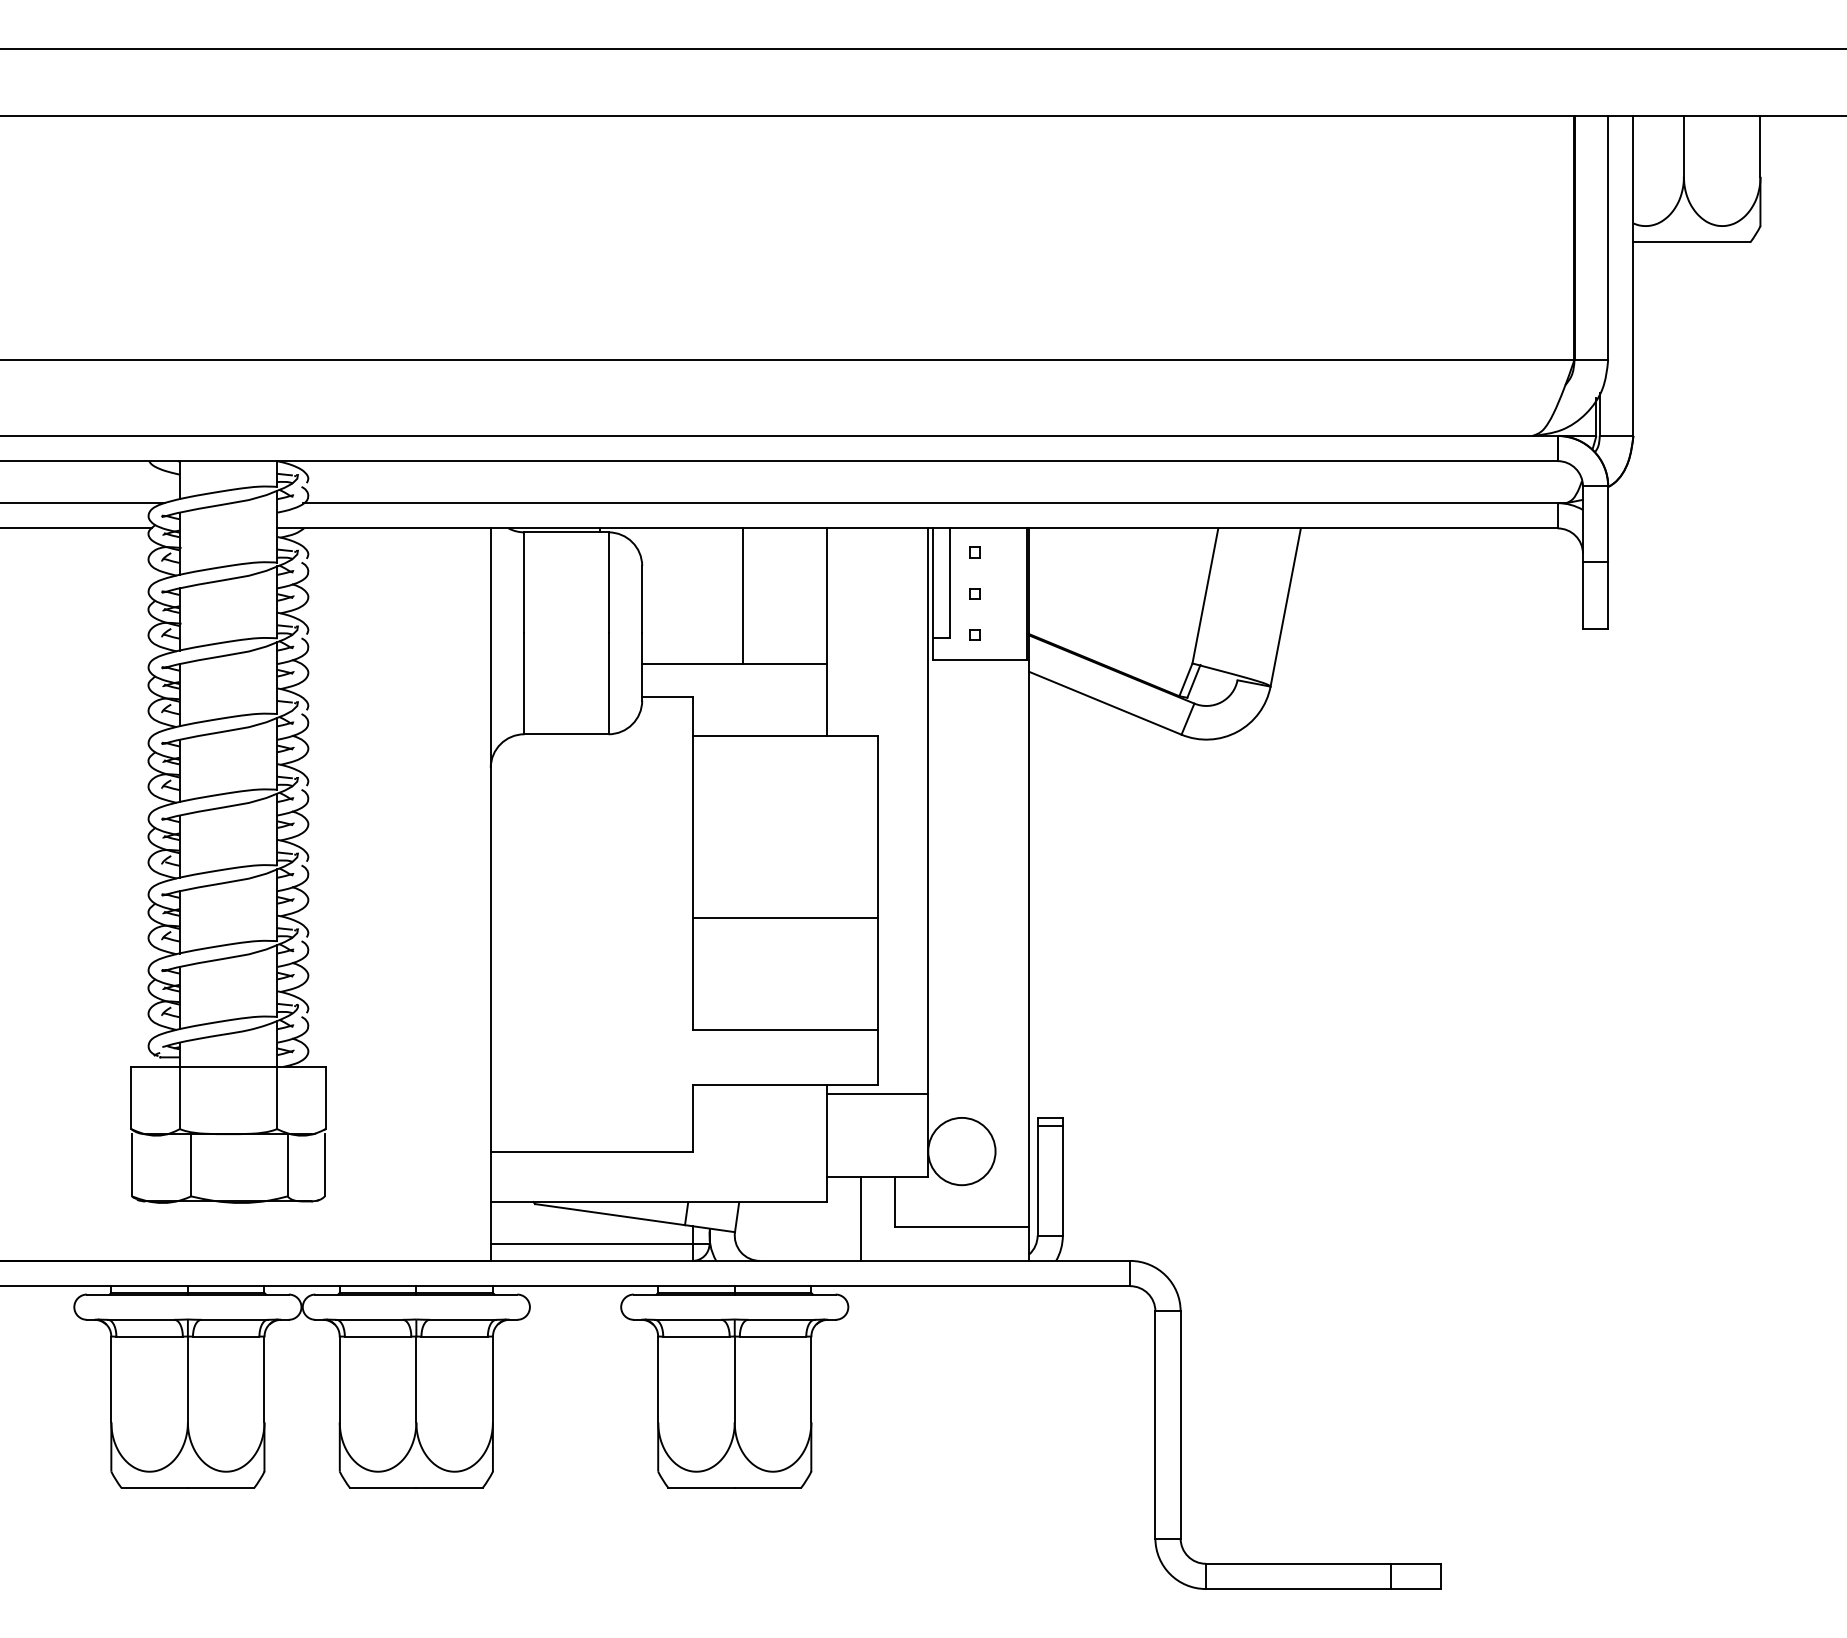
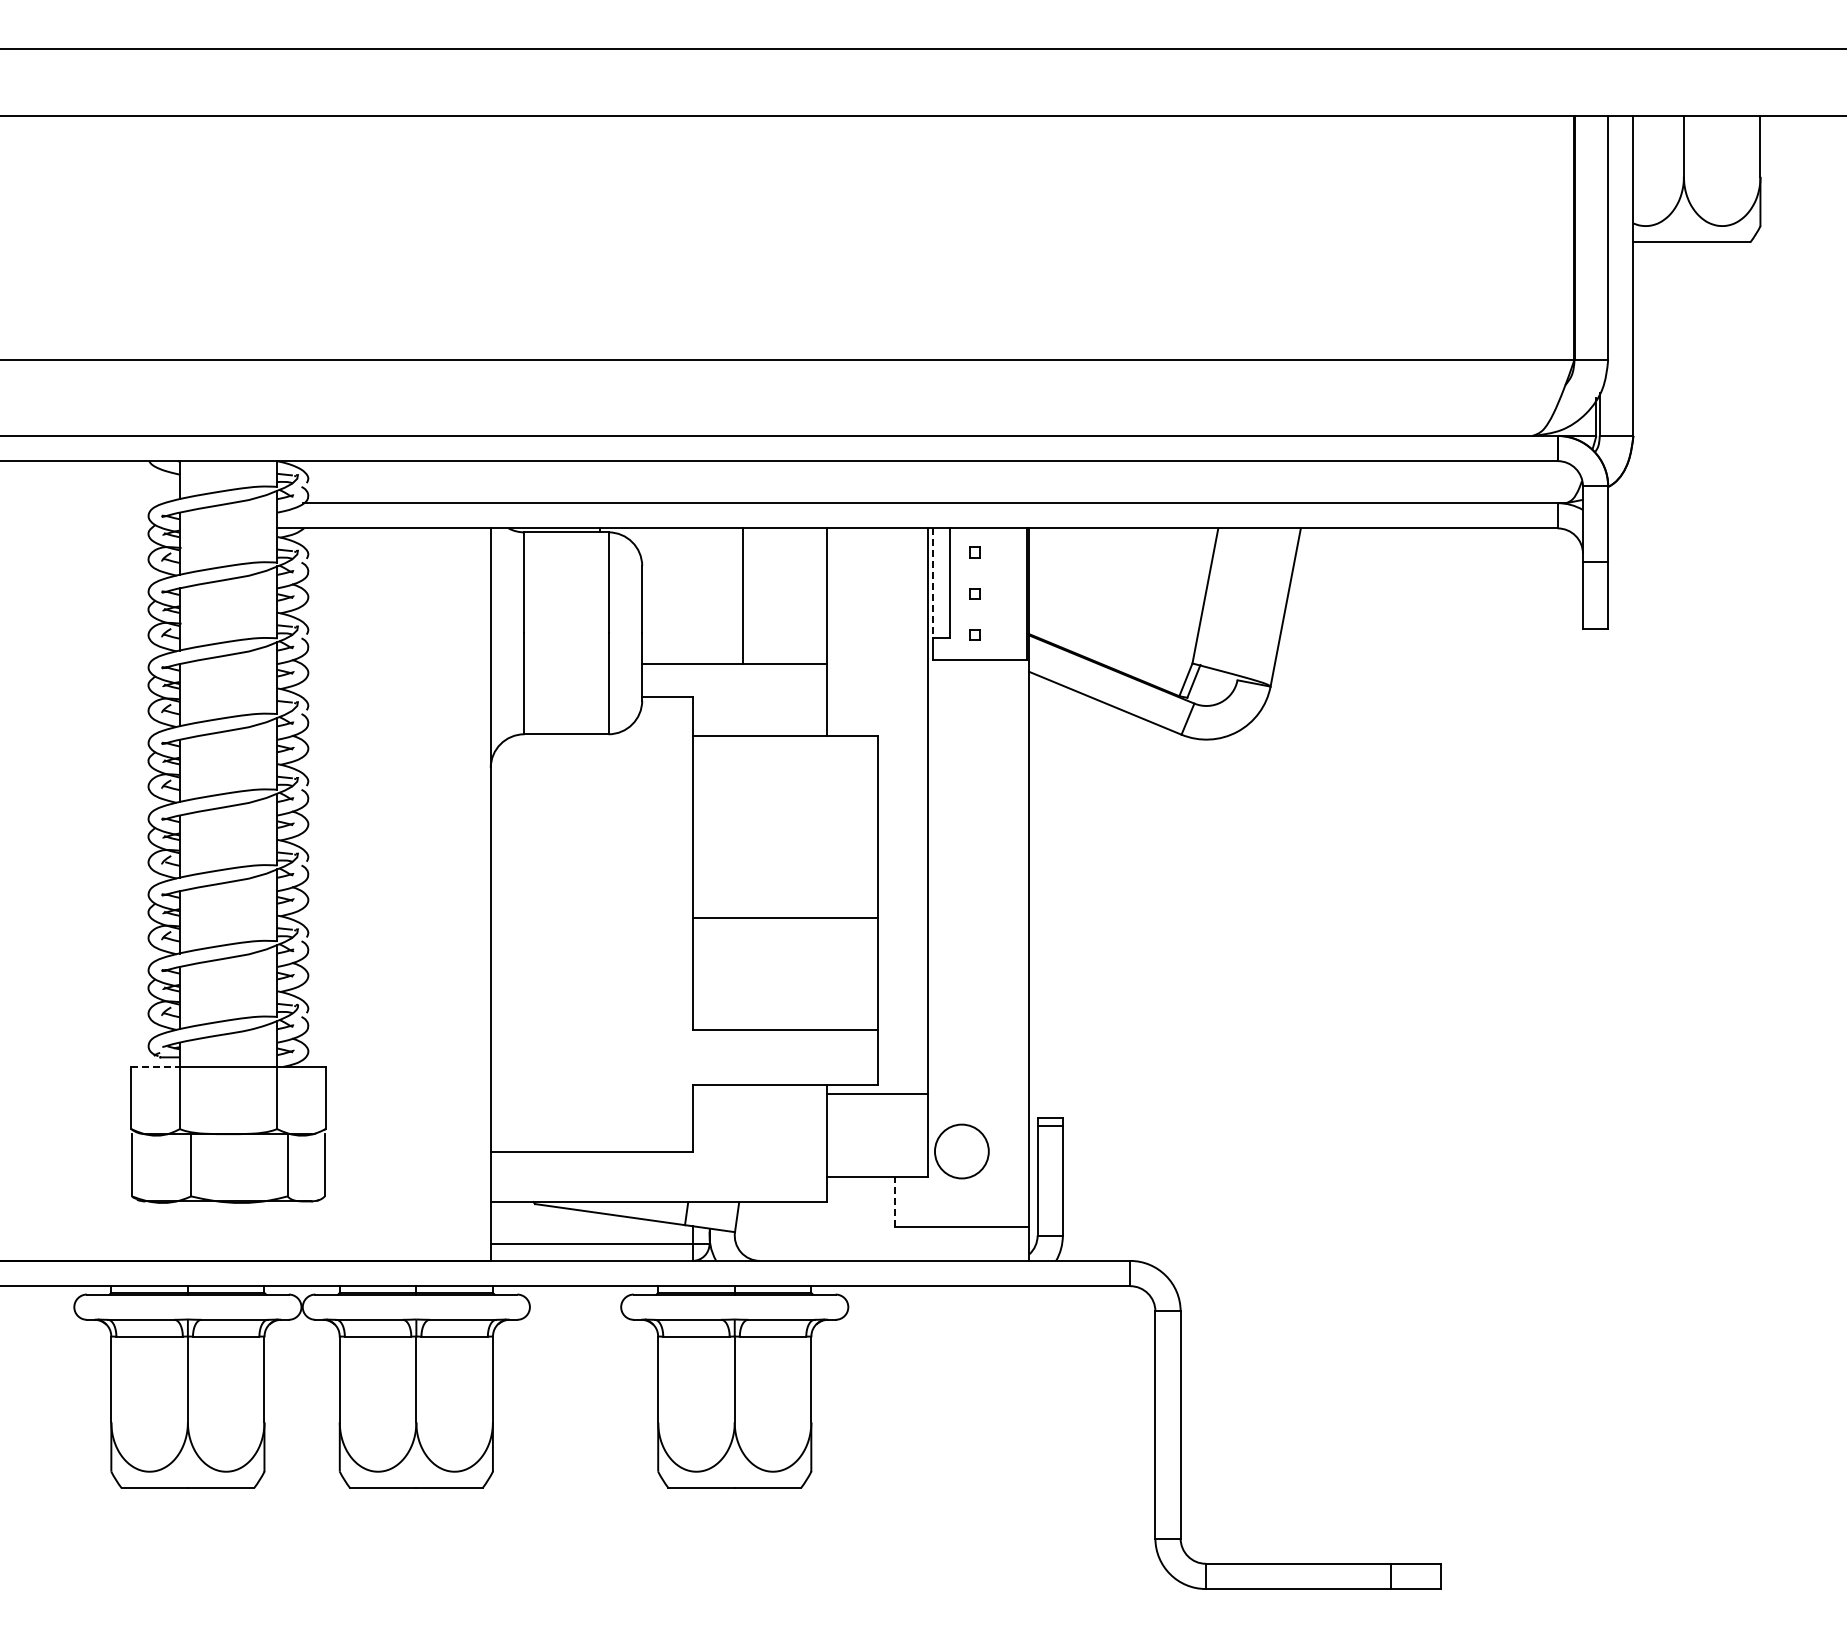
line at (83, 503): present -> none
line at (76, 528): present -> none
line at (932, 583): solid -> dashed
line at (156, 1066): solid -> dashed
circle at (961, 1151) diameter: 67 px -> 54 px
line at (894, 1202): solid -> dashed
line at (860, 1218): present -> none
